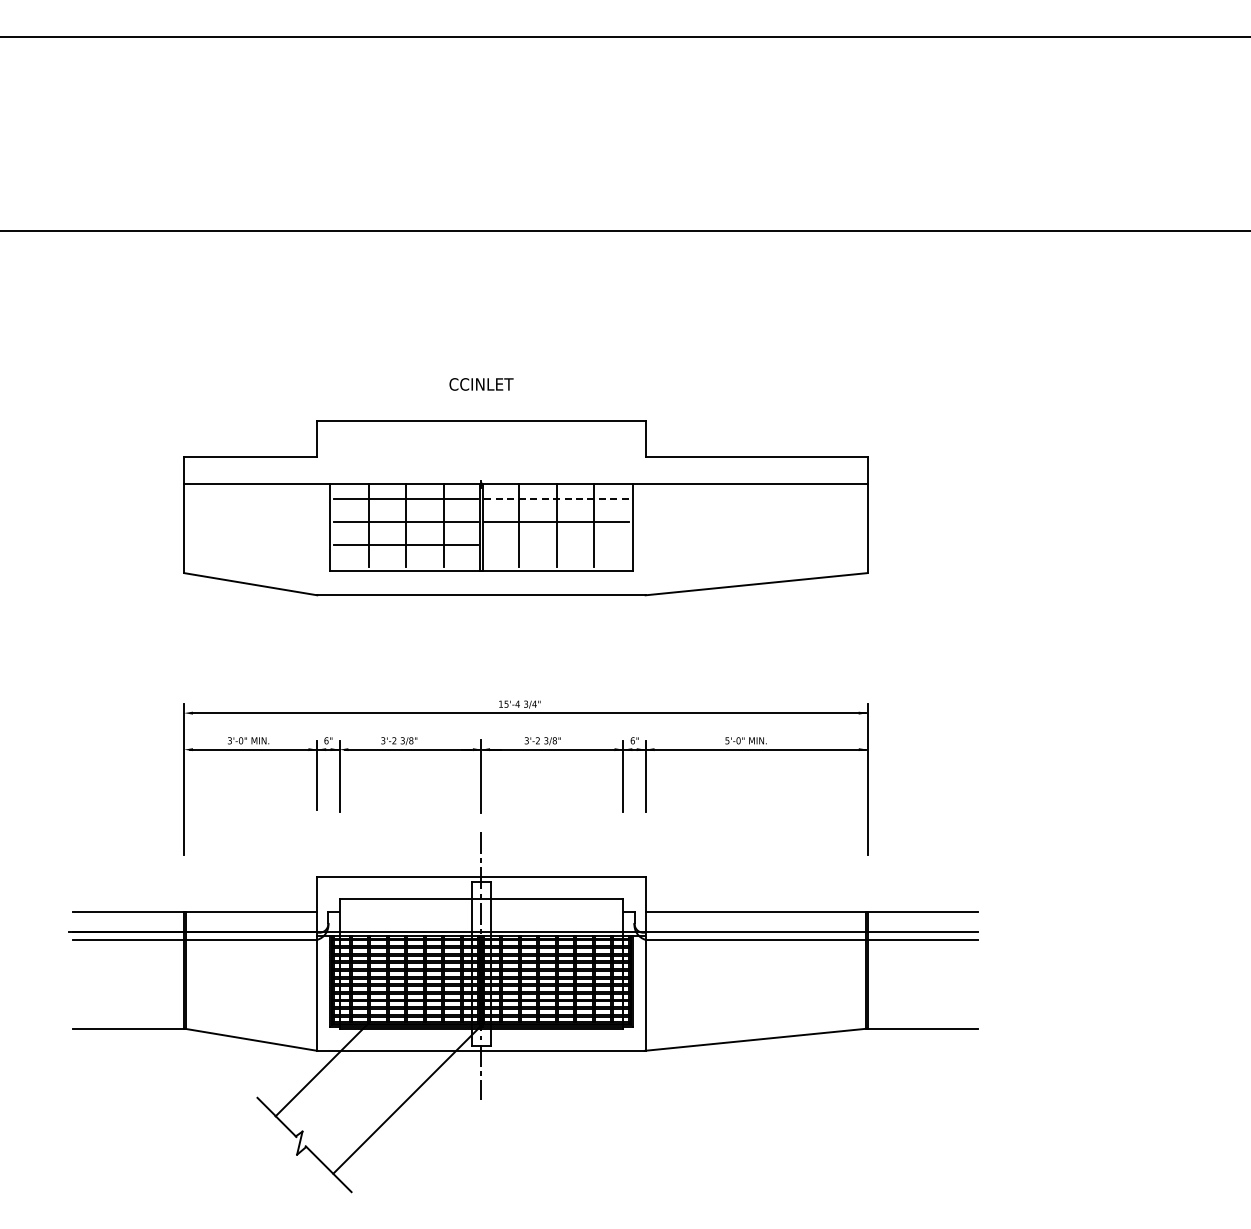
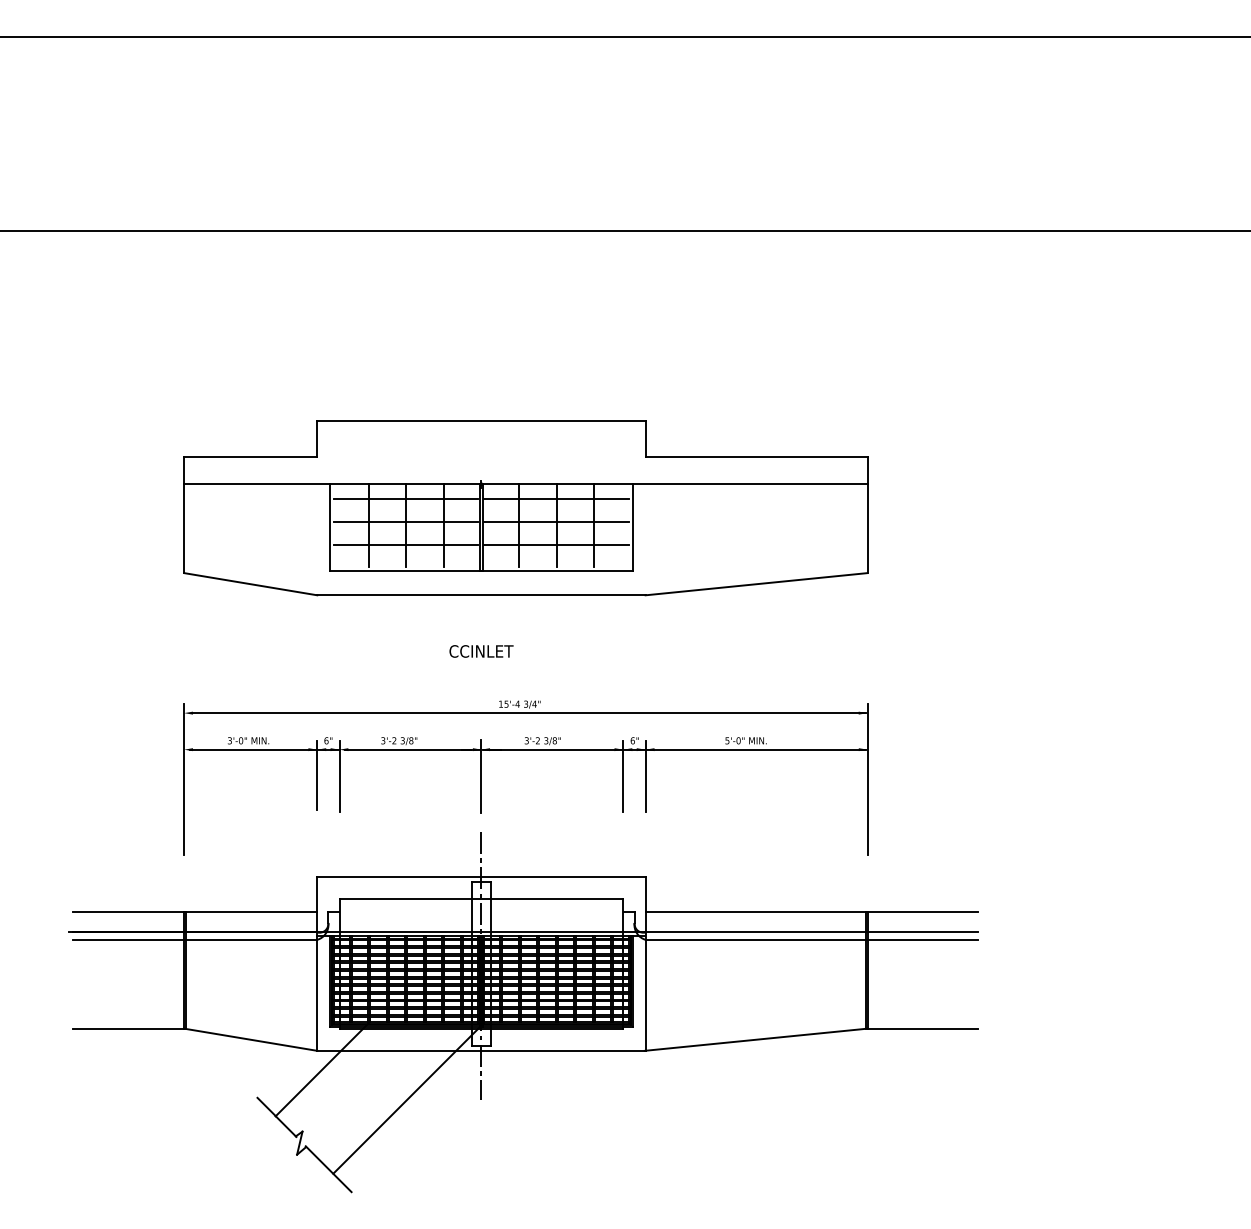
text at (481, 384) position: (481, 384) -> (481, 651)
line at (556, 499): dashed -> solid
line at (556, 544): none -> present
